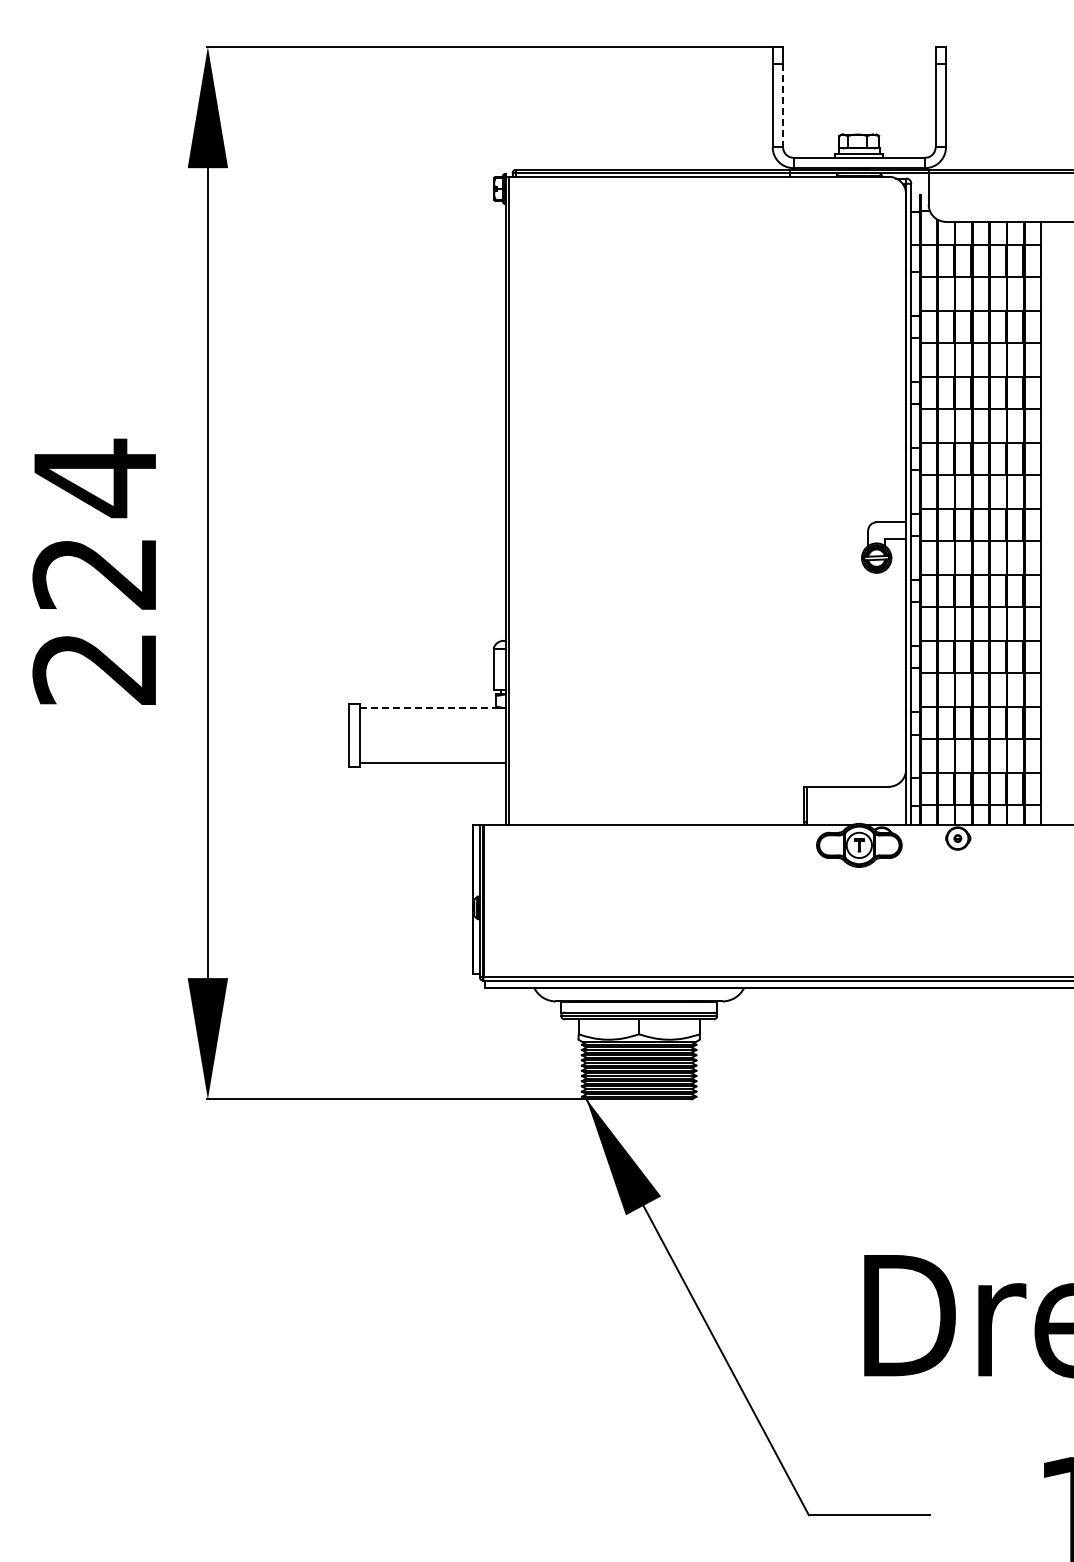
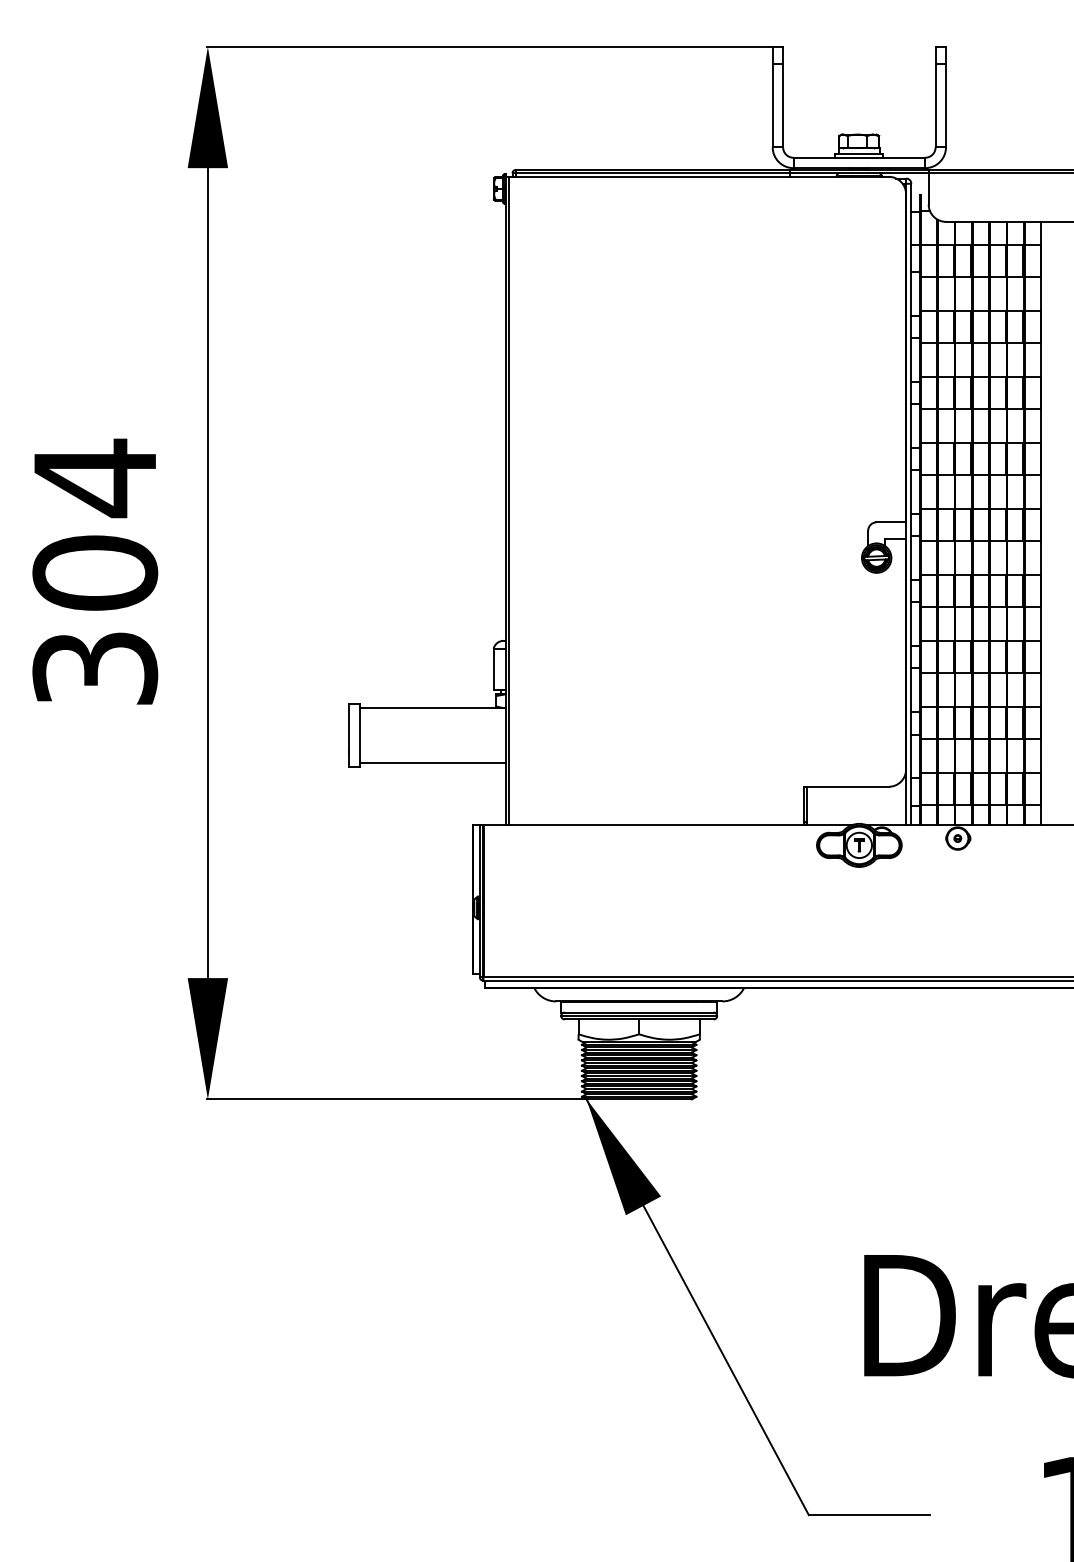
line at (783, 105): dashed -> solid
text at (95, 619): 224 -> 304
line at (429, 708): dashed -> solid
